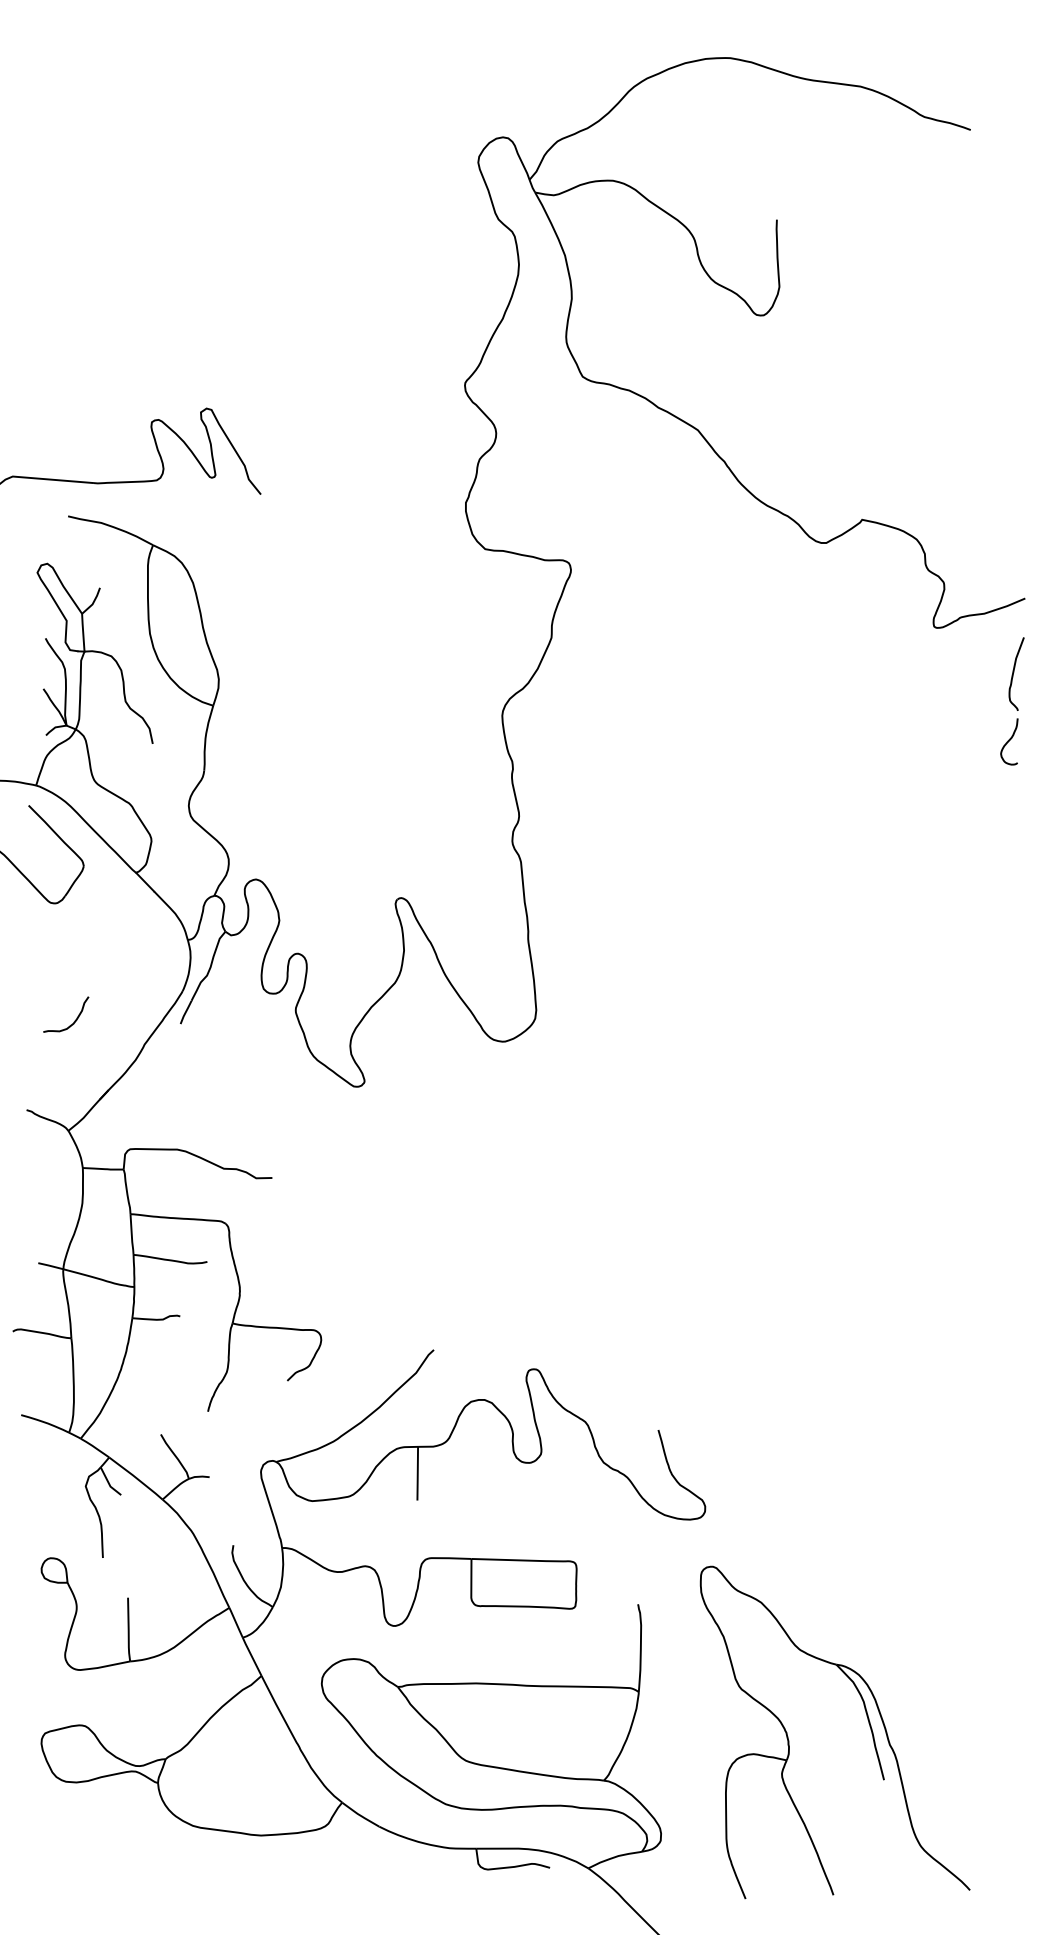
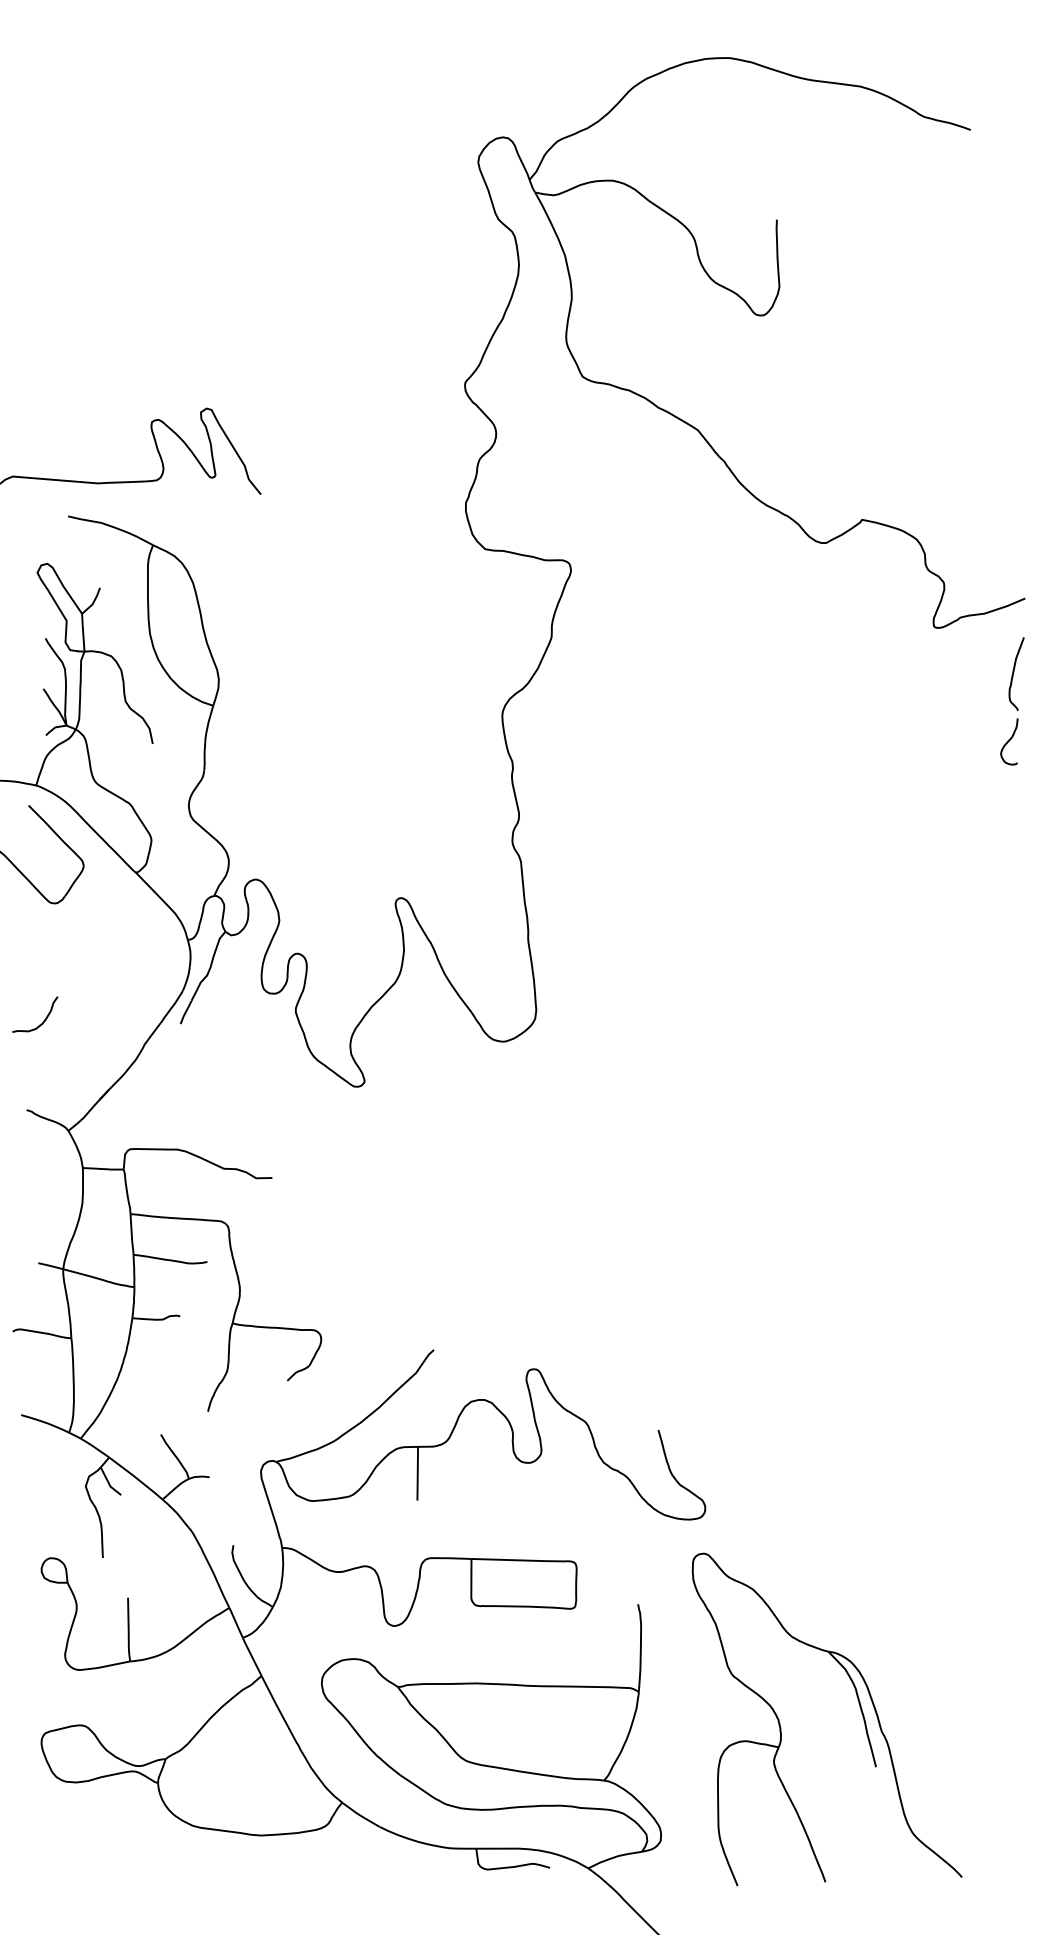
curve at (74, 1020) position: (74, 1020) -> (43, 1020)
part at (867, 1720) position: (867, 1720) -> (859, 1707)
